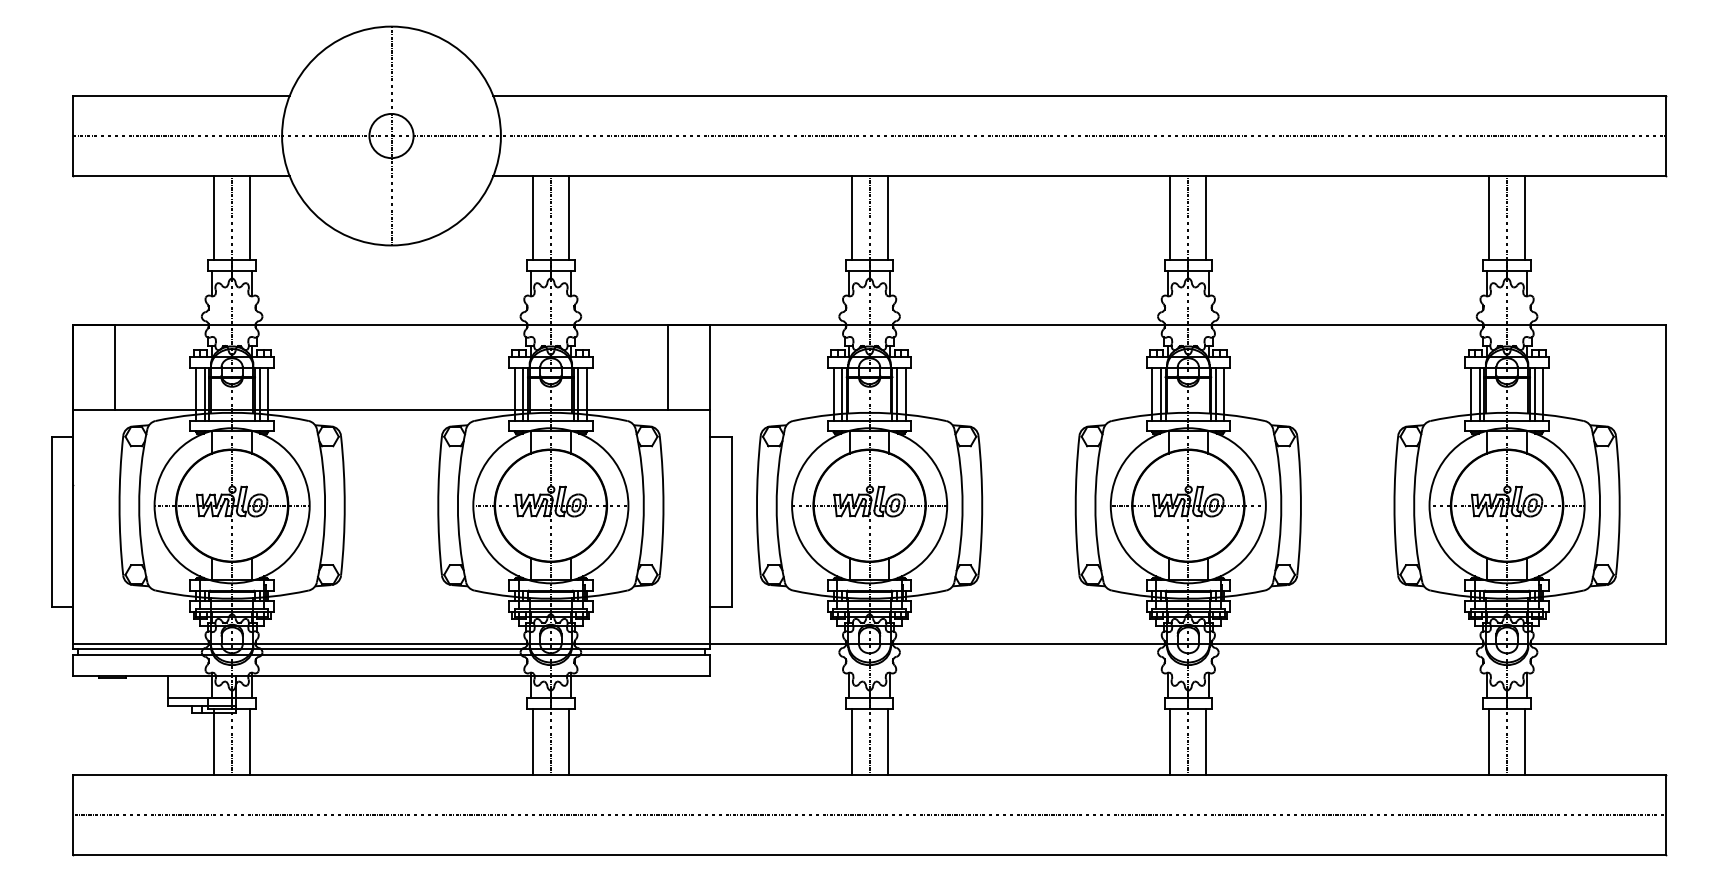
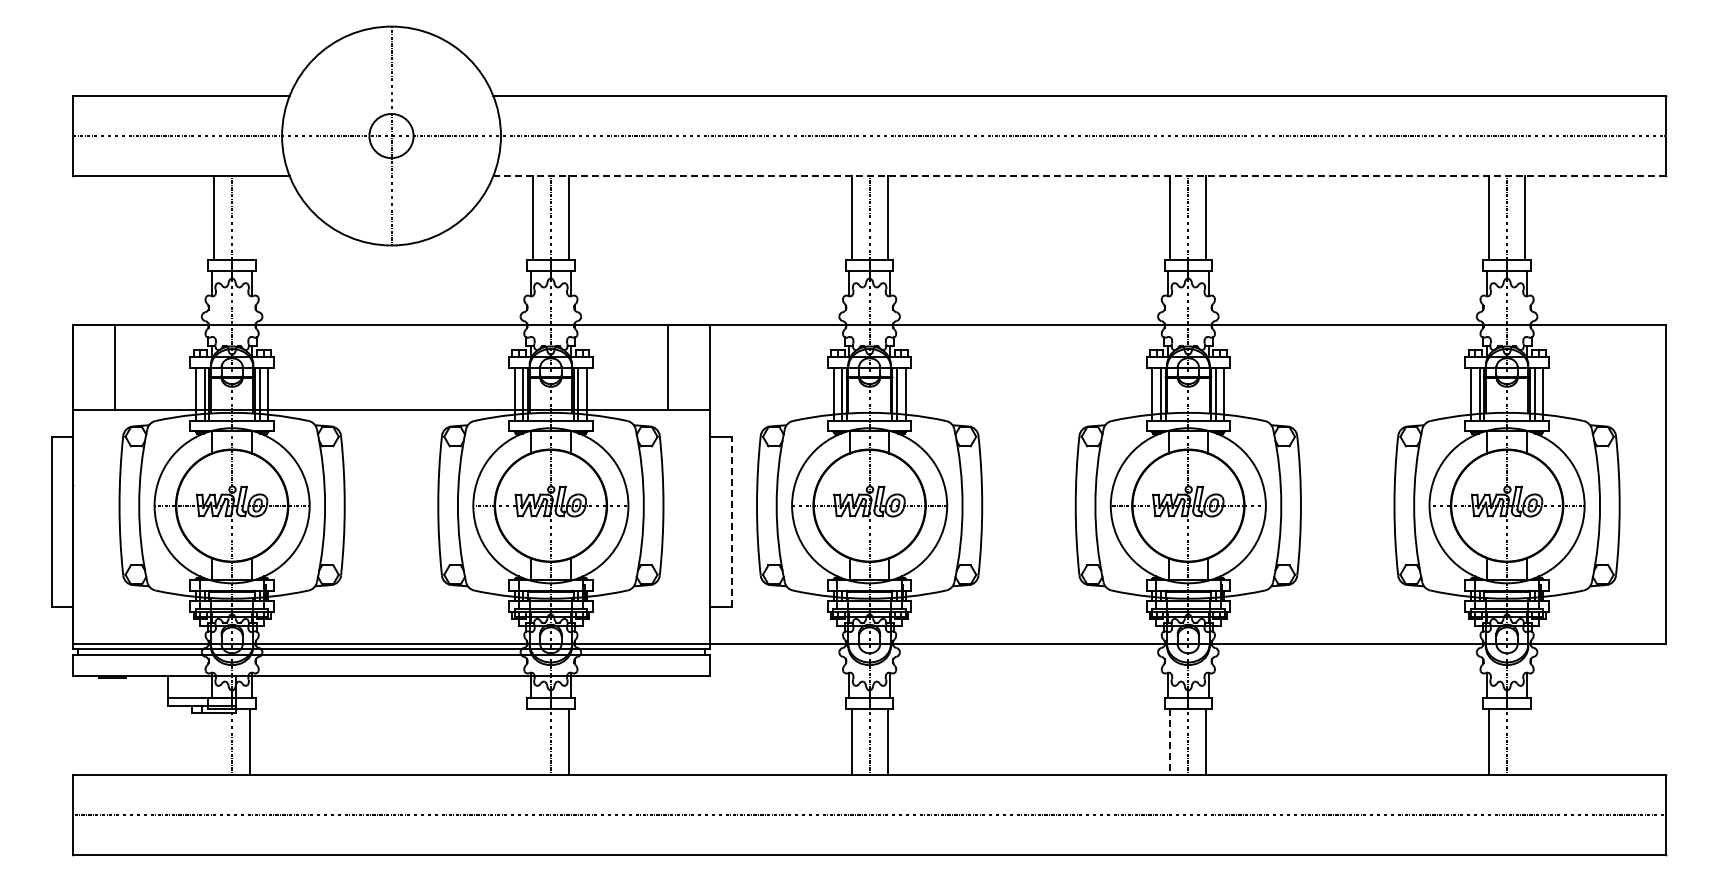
line at (1079, 176): solid -> dashed
line at (250, 218): present -> none
line at (731, 521): solid -> dashed
line at (214, 741): present -> none
line at (532, 741): present -> none
line at (1170, 741): solid -> dashed
line at (1524, 741): present -> none
